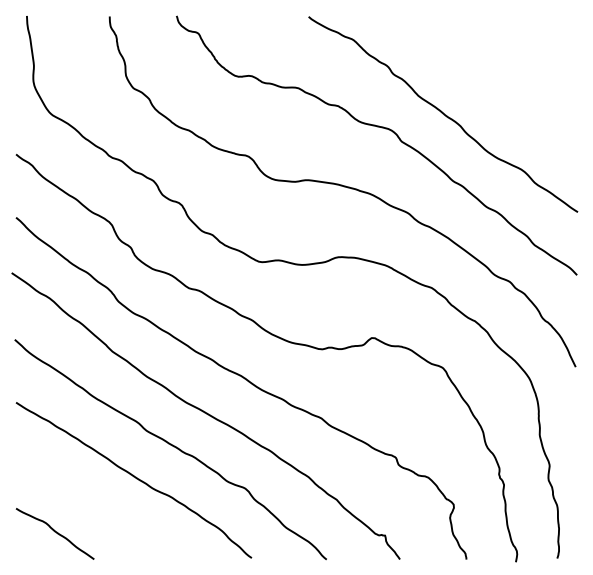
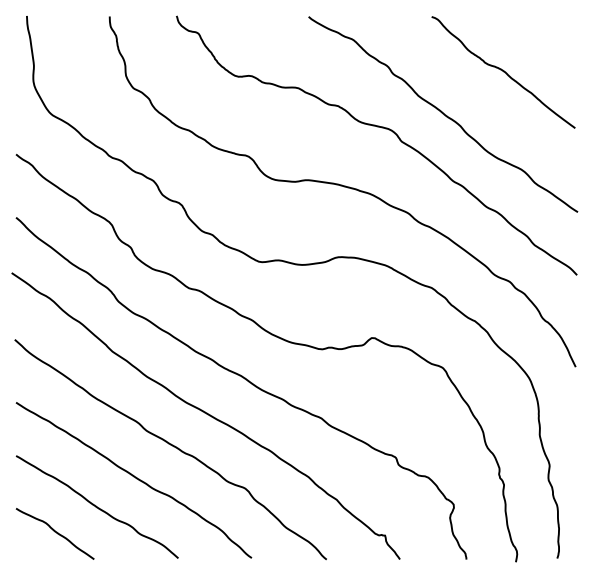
curve at (503, 72): none -> present
curve at (96, 506): none -> present
